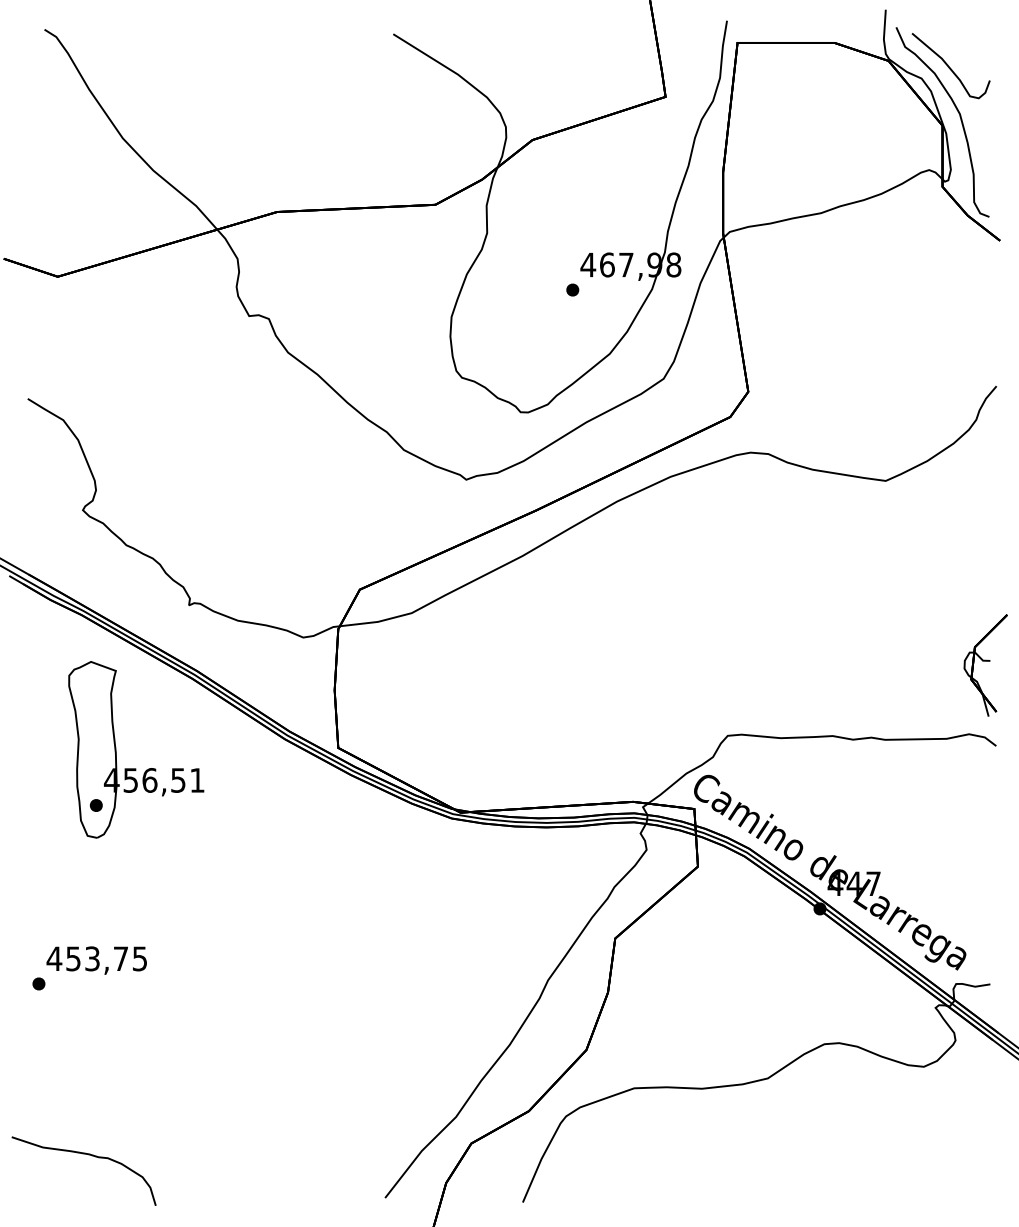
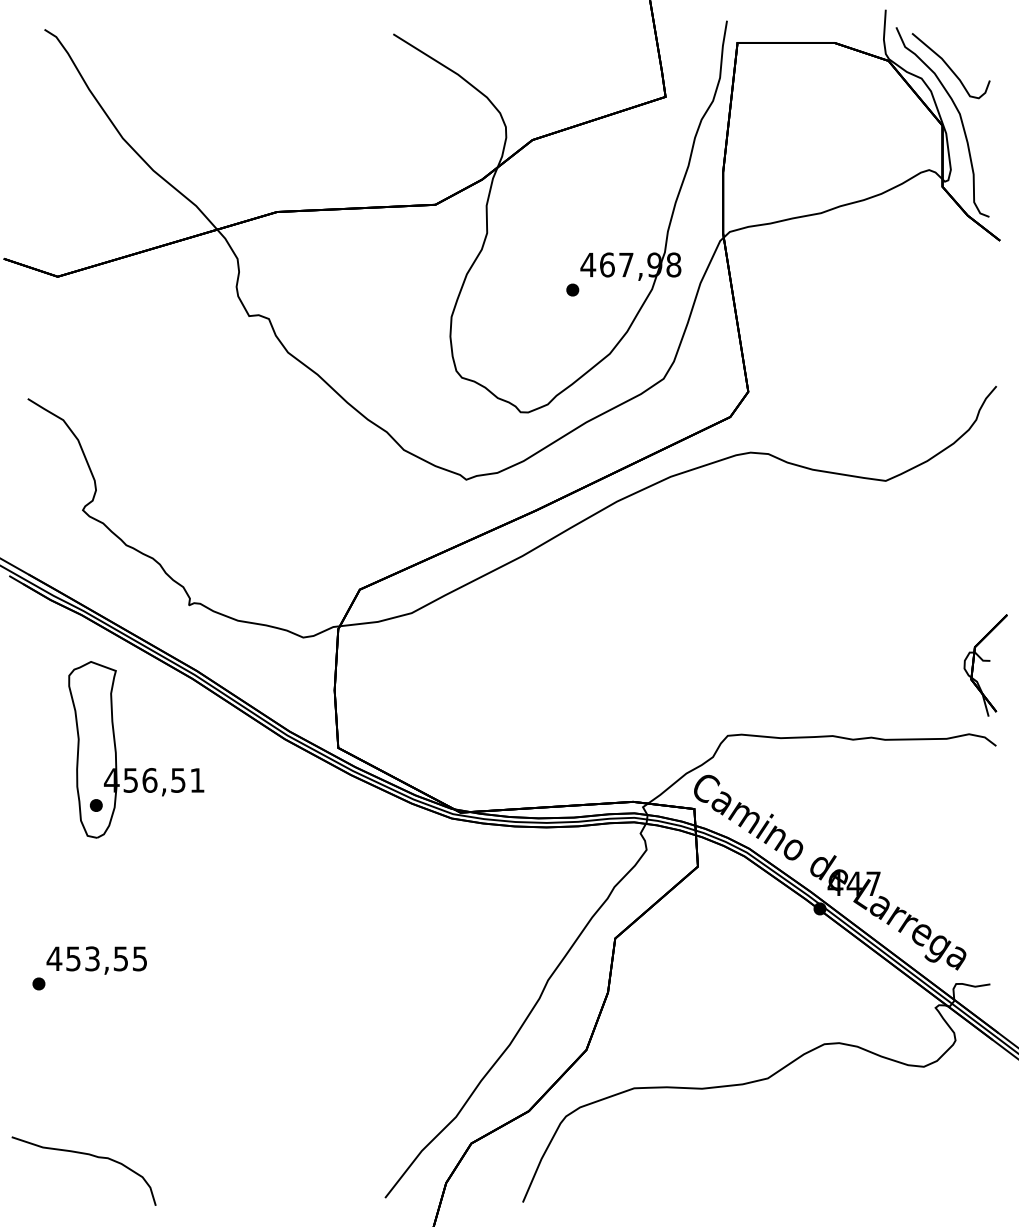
text at (120, 958): 453,75 -> 453,55
